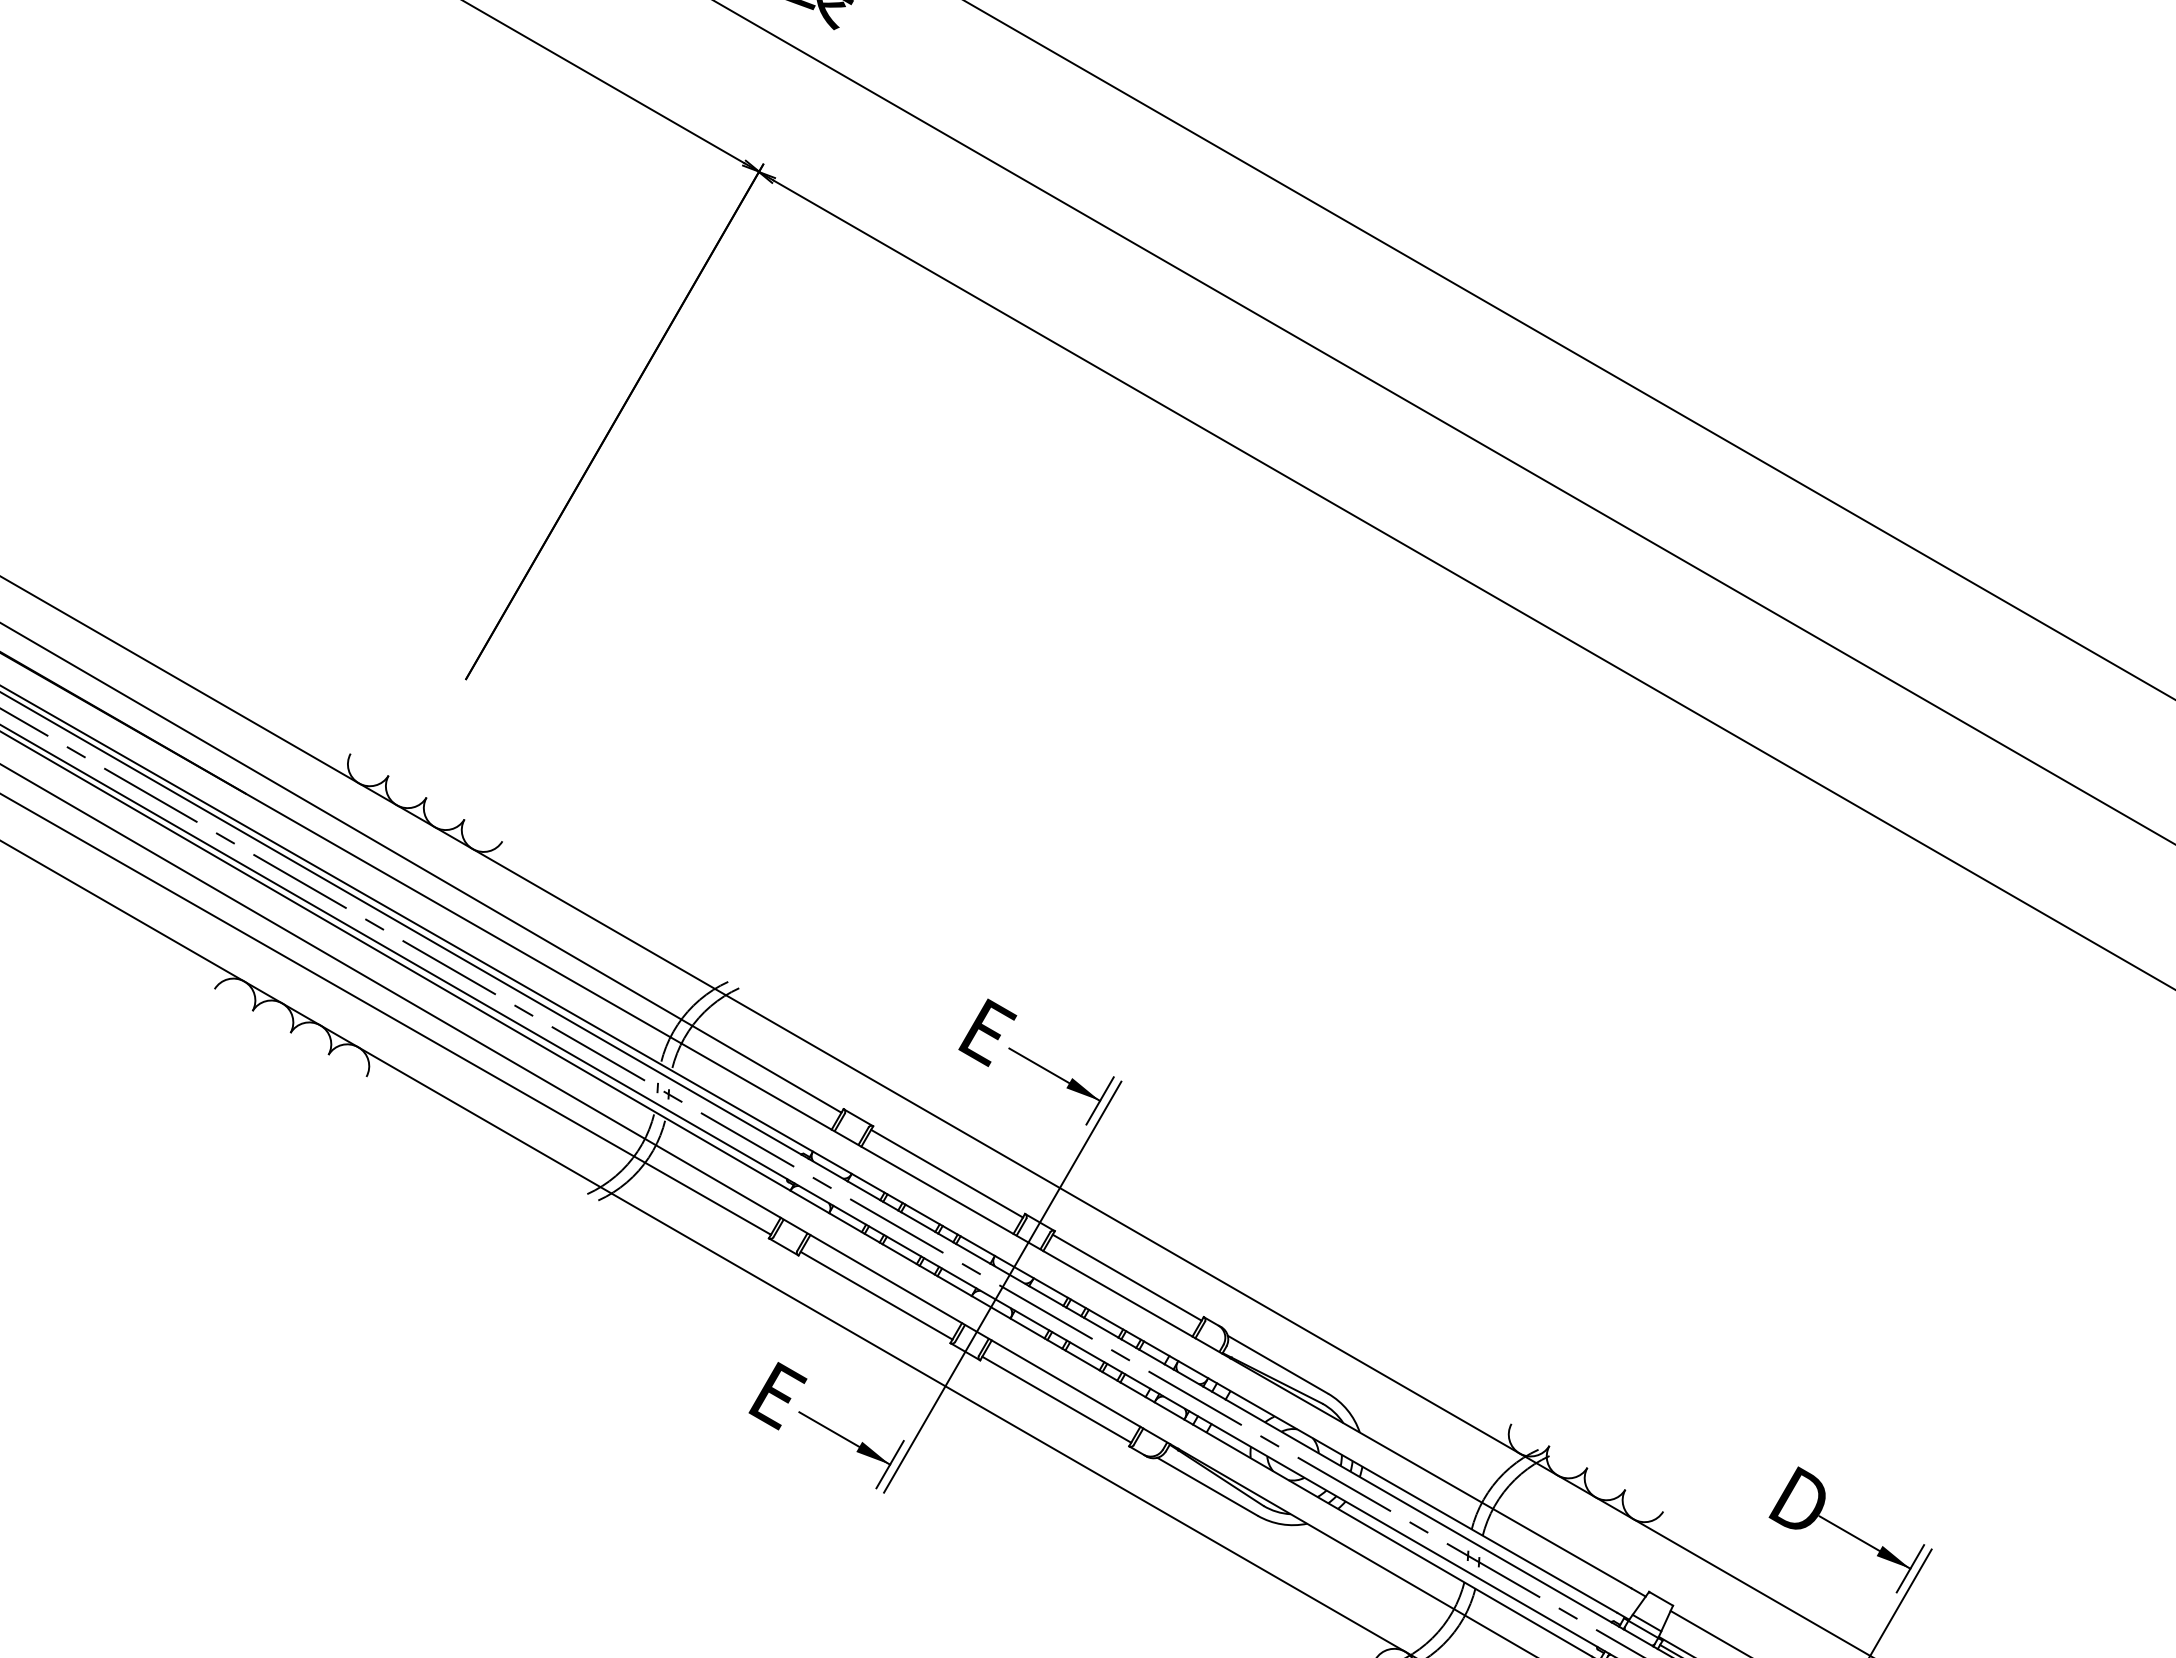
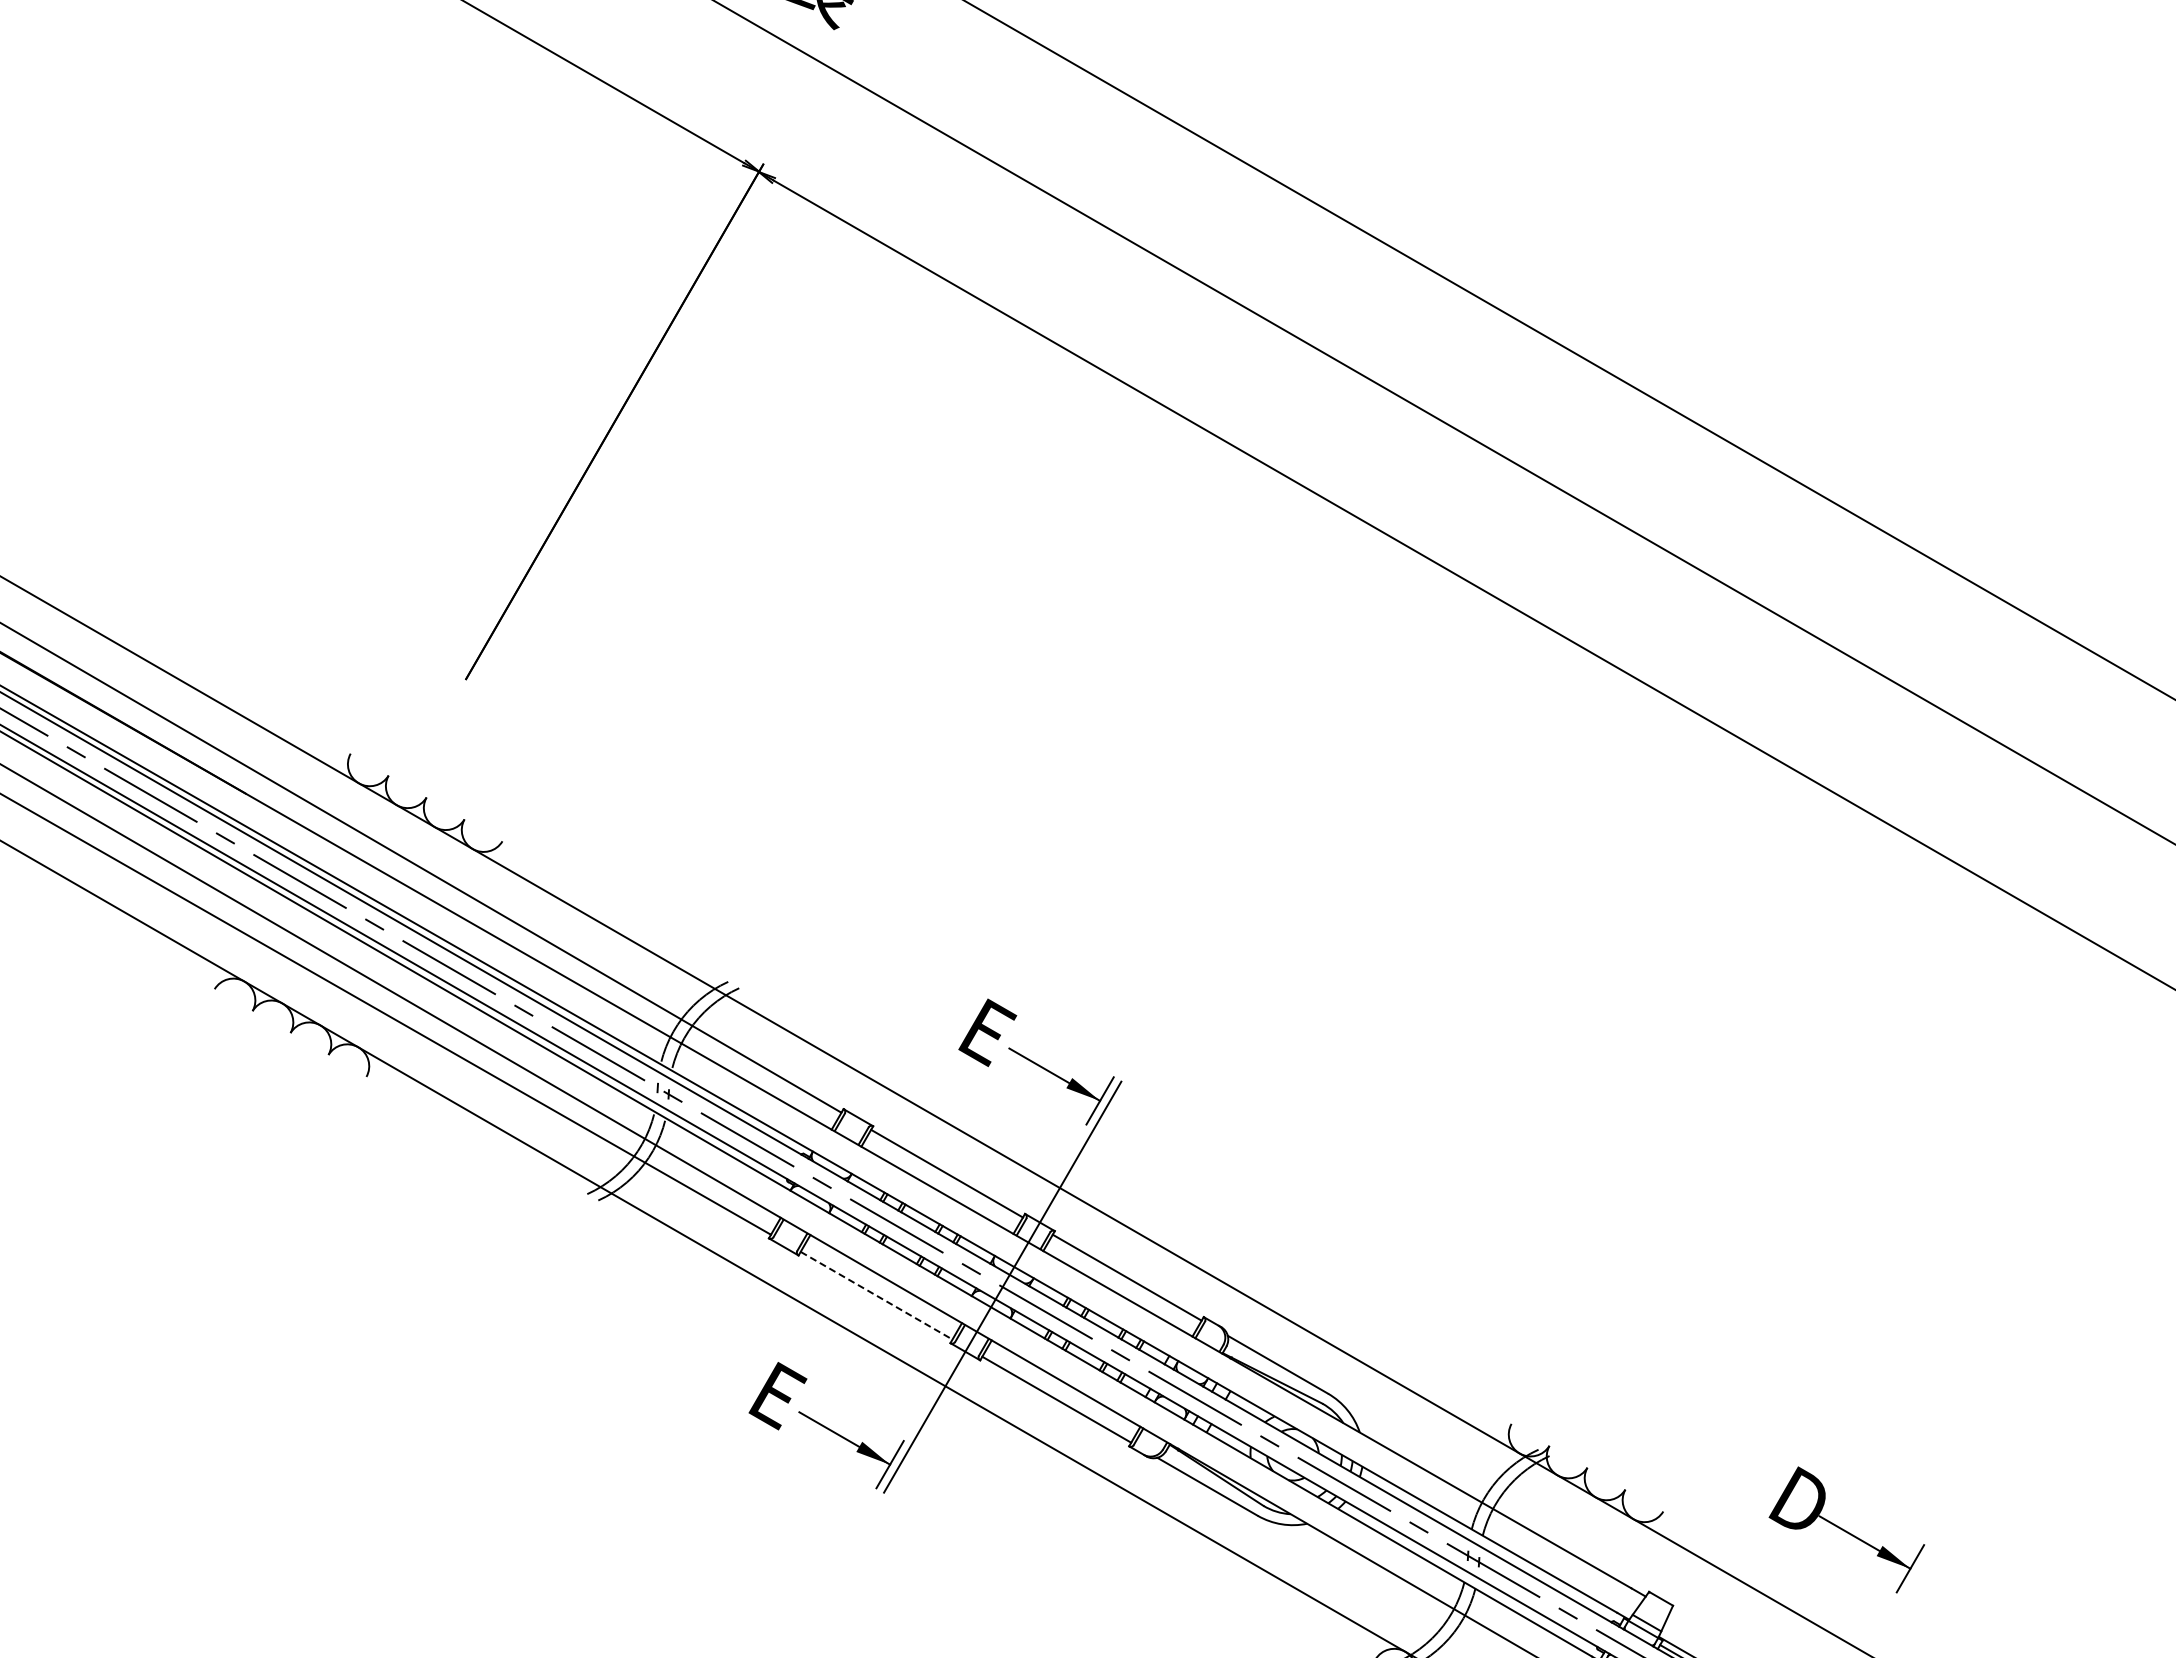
line at (876, 1295): solid -> dashed
line at (1901, 1601): present -> none
line at (1708, 1632): present -> none
